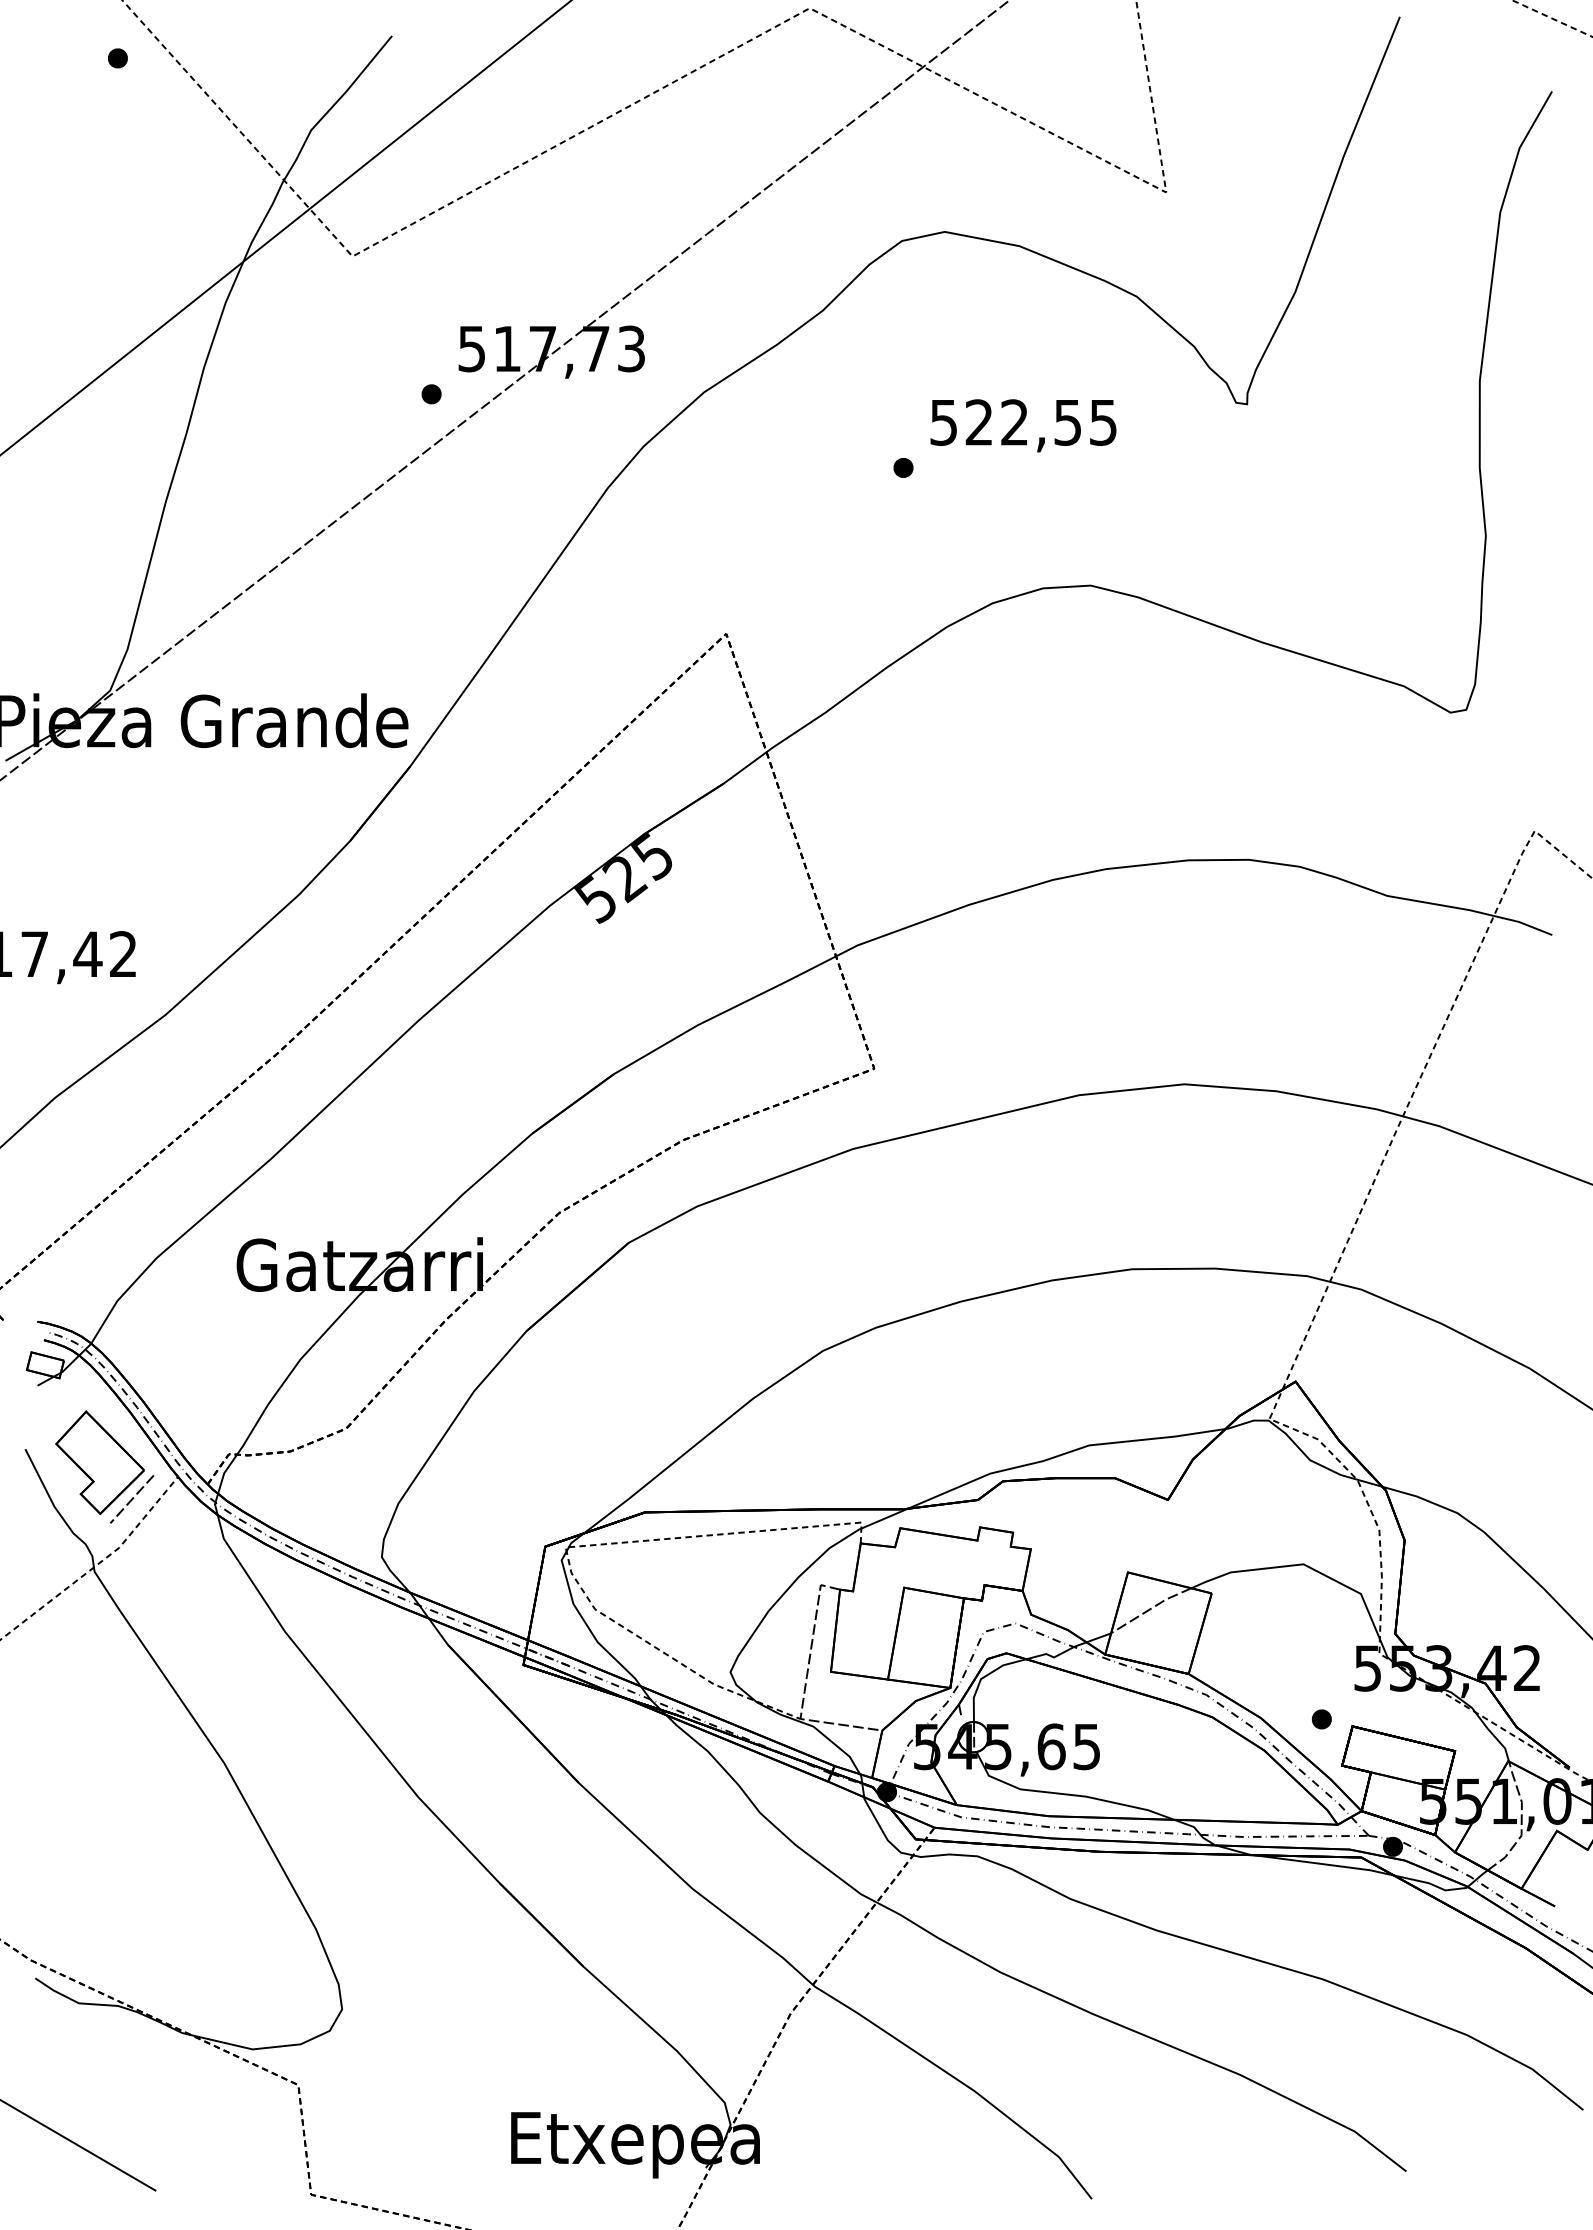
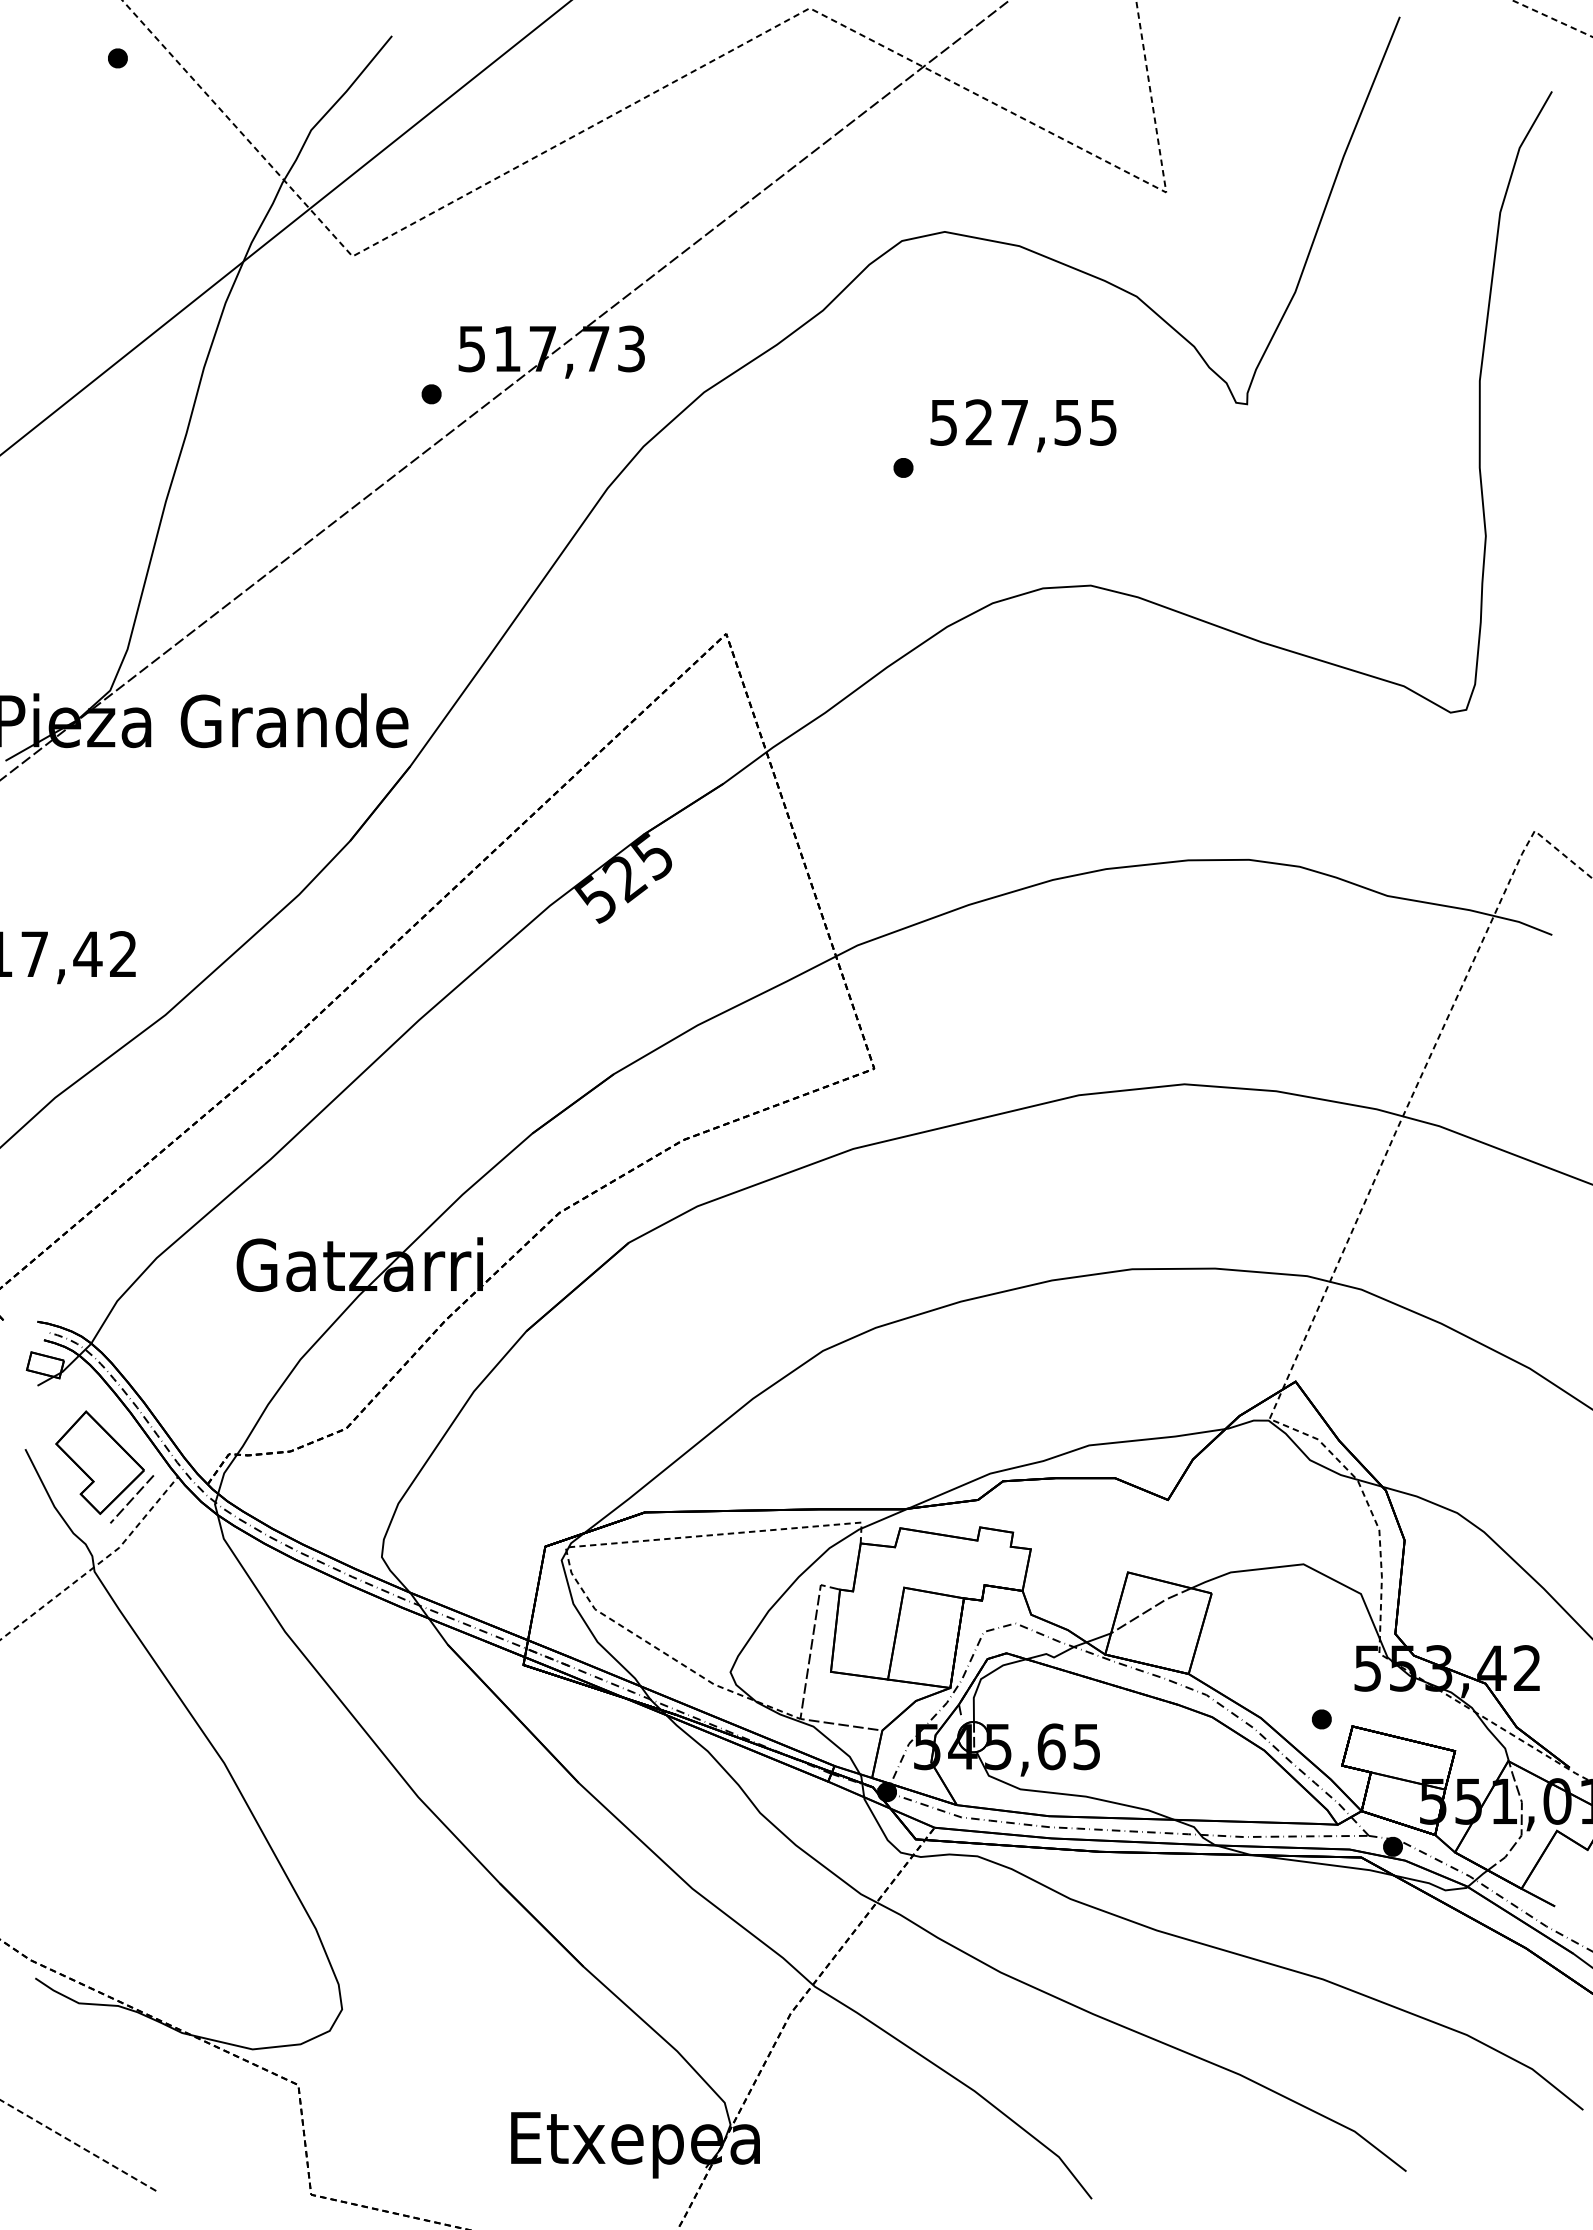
text at (1014, 422): 522,55 -> 527,55
line at (77, 2145): solid -> dashed
